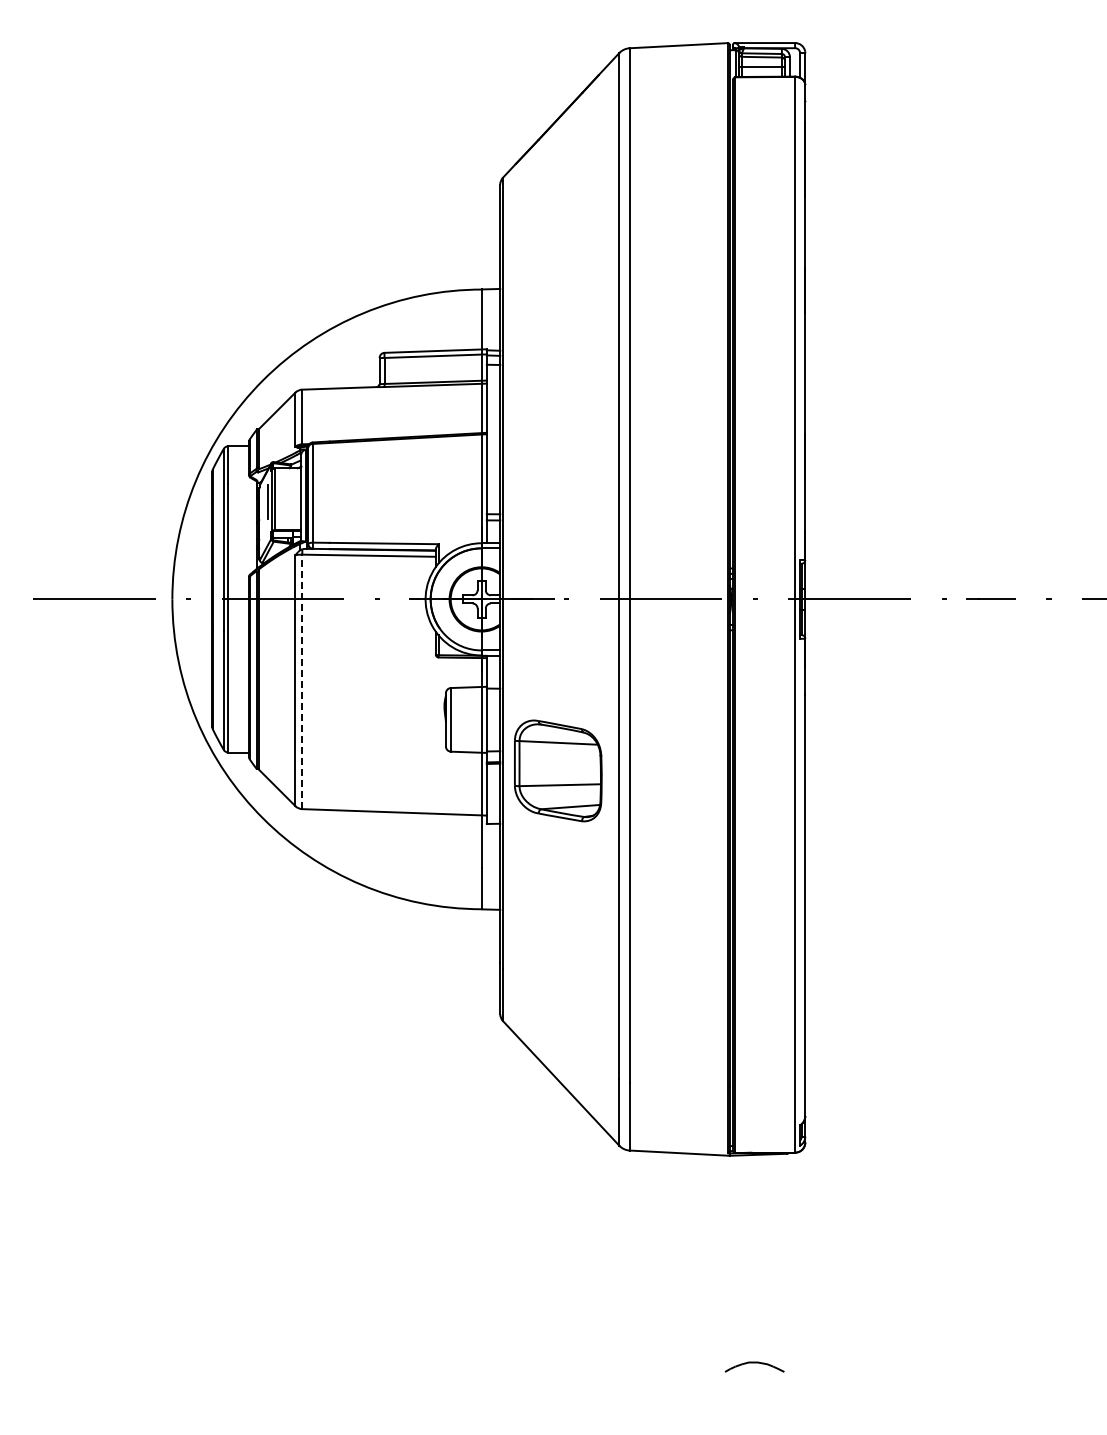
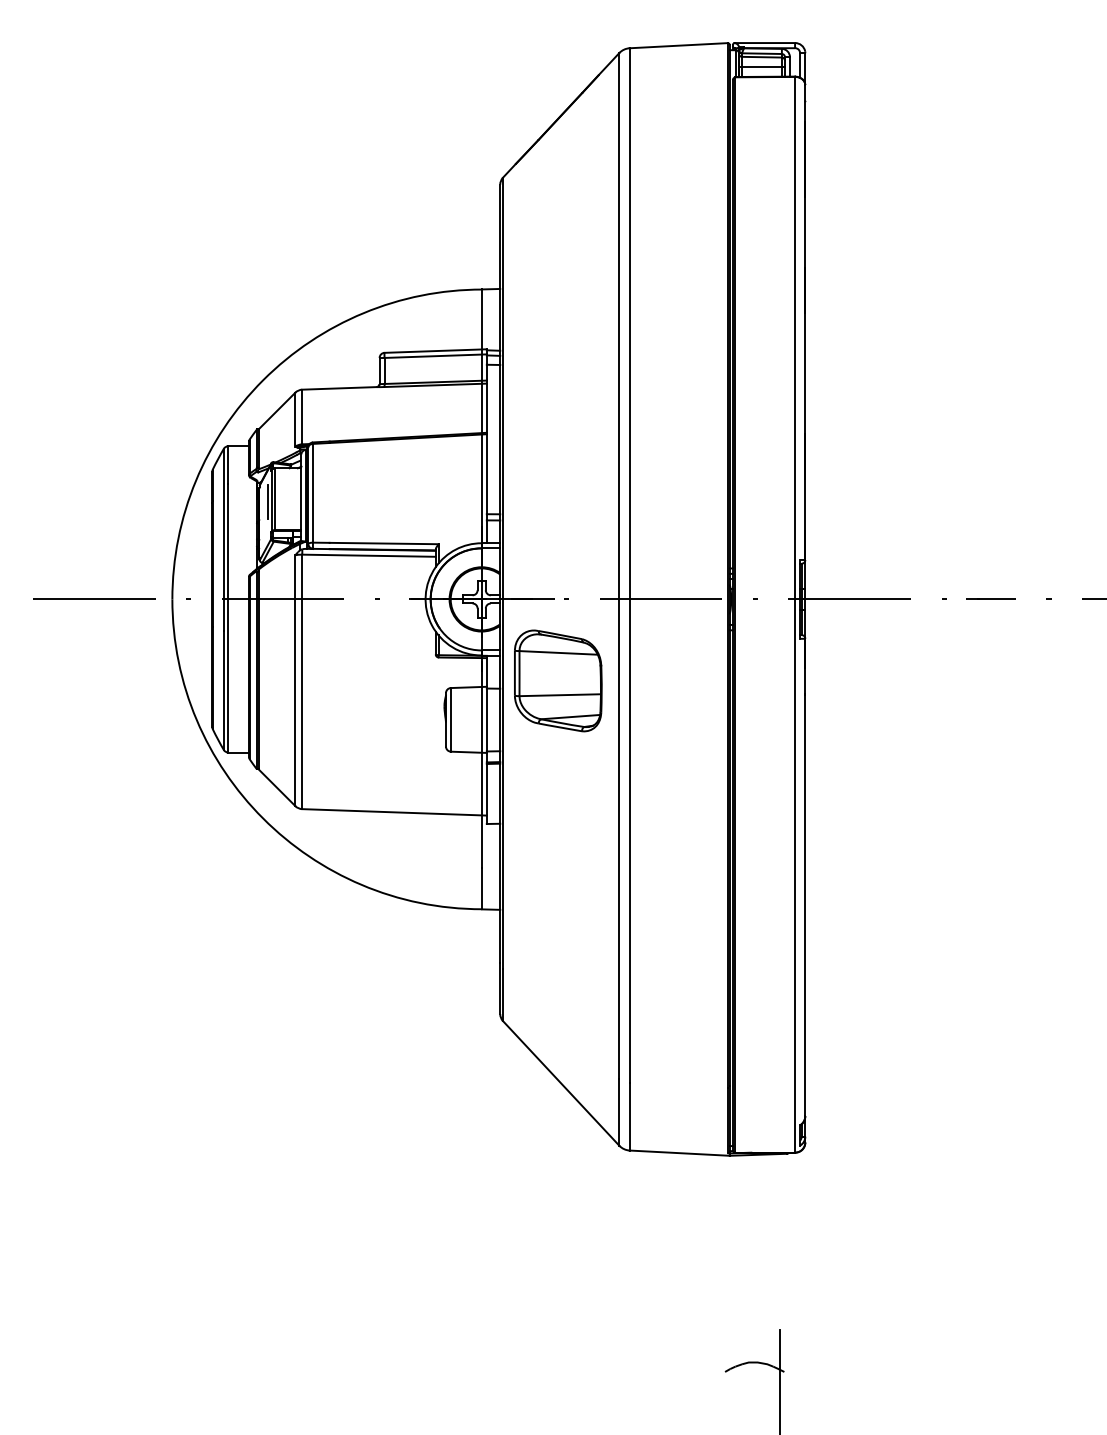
line at (302, 681): dashed -> solid
part at (558, 770) position: (558, 770) -> (558, 680)
line at (779, 1380): none -> present
